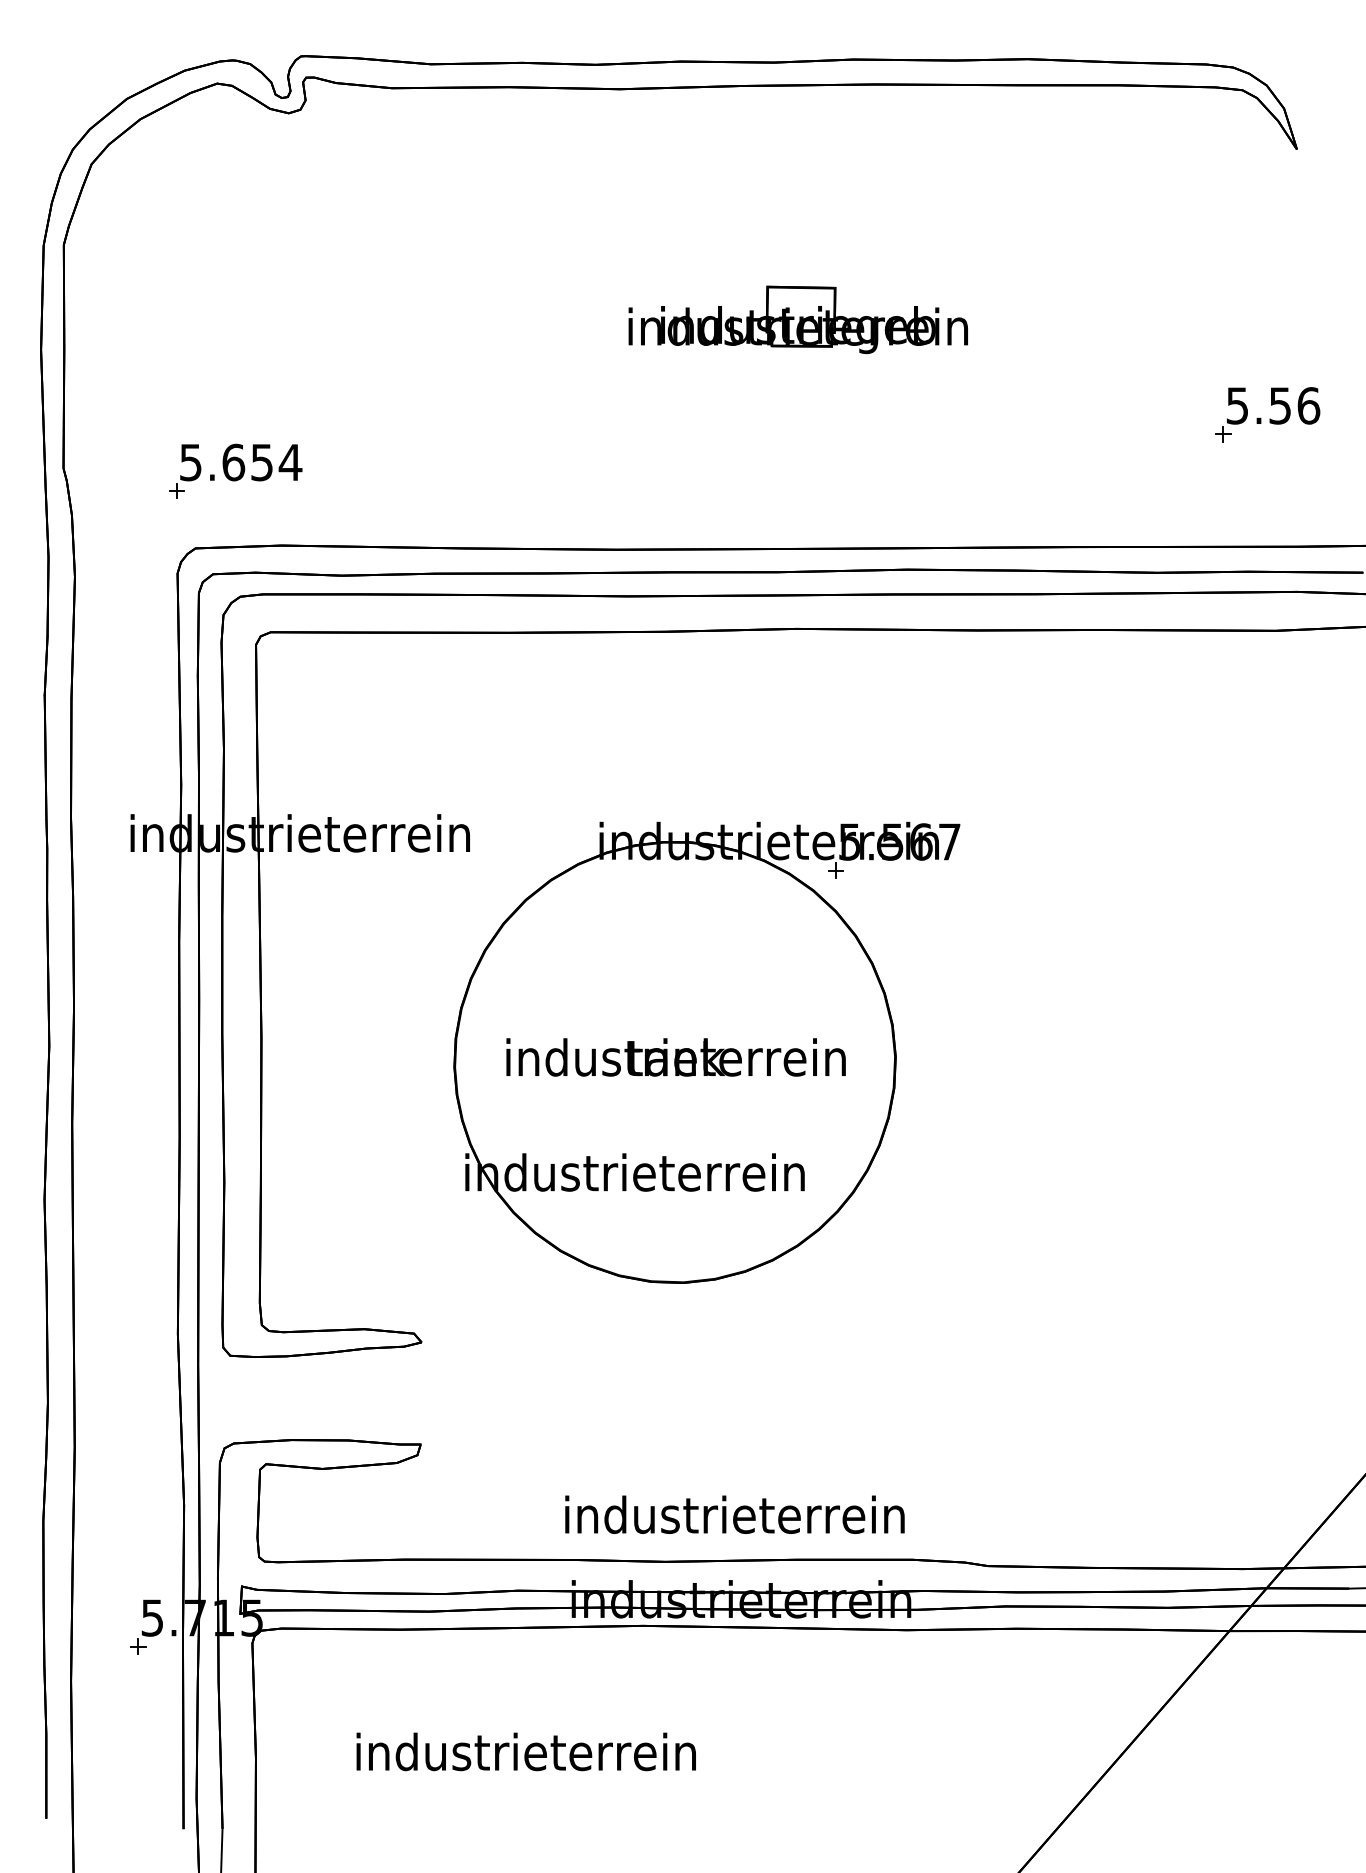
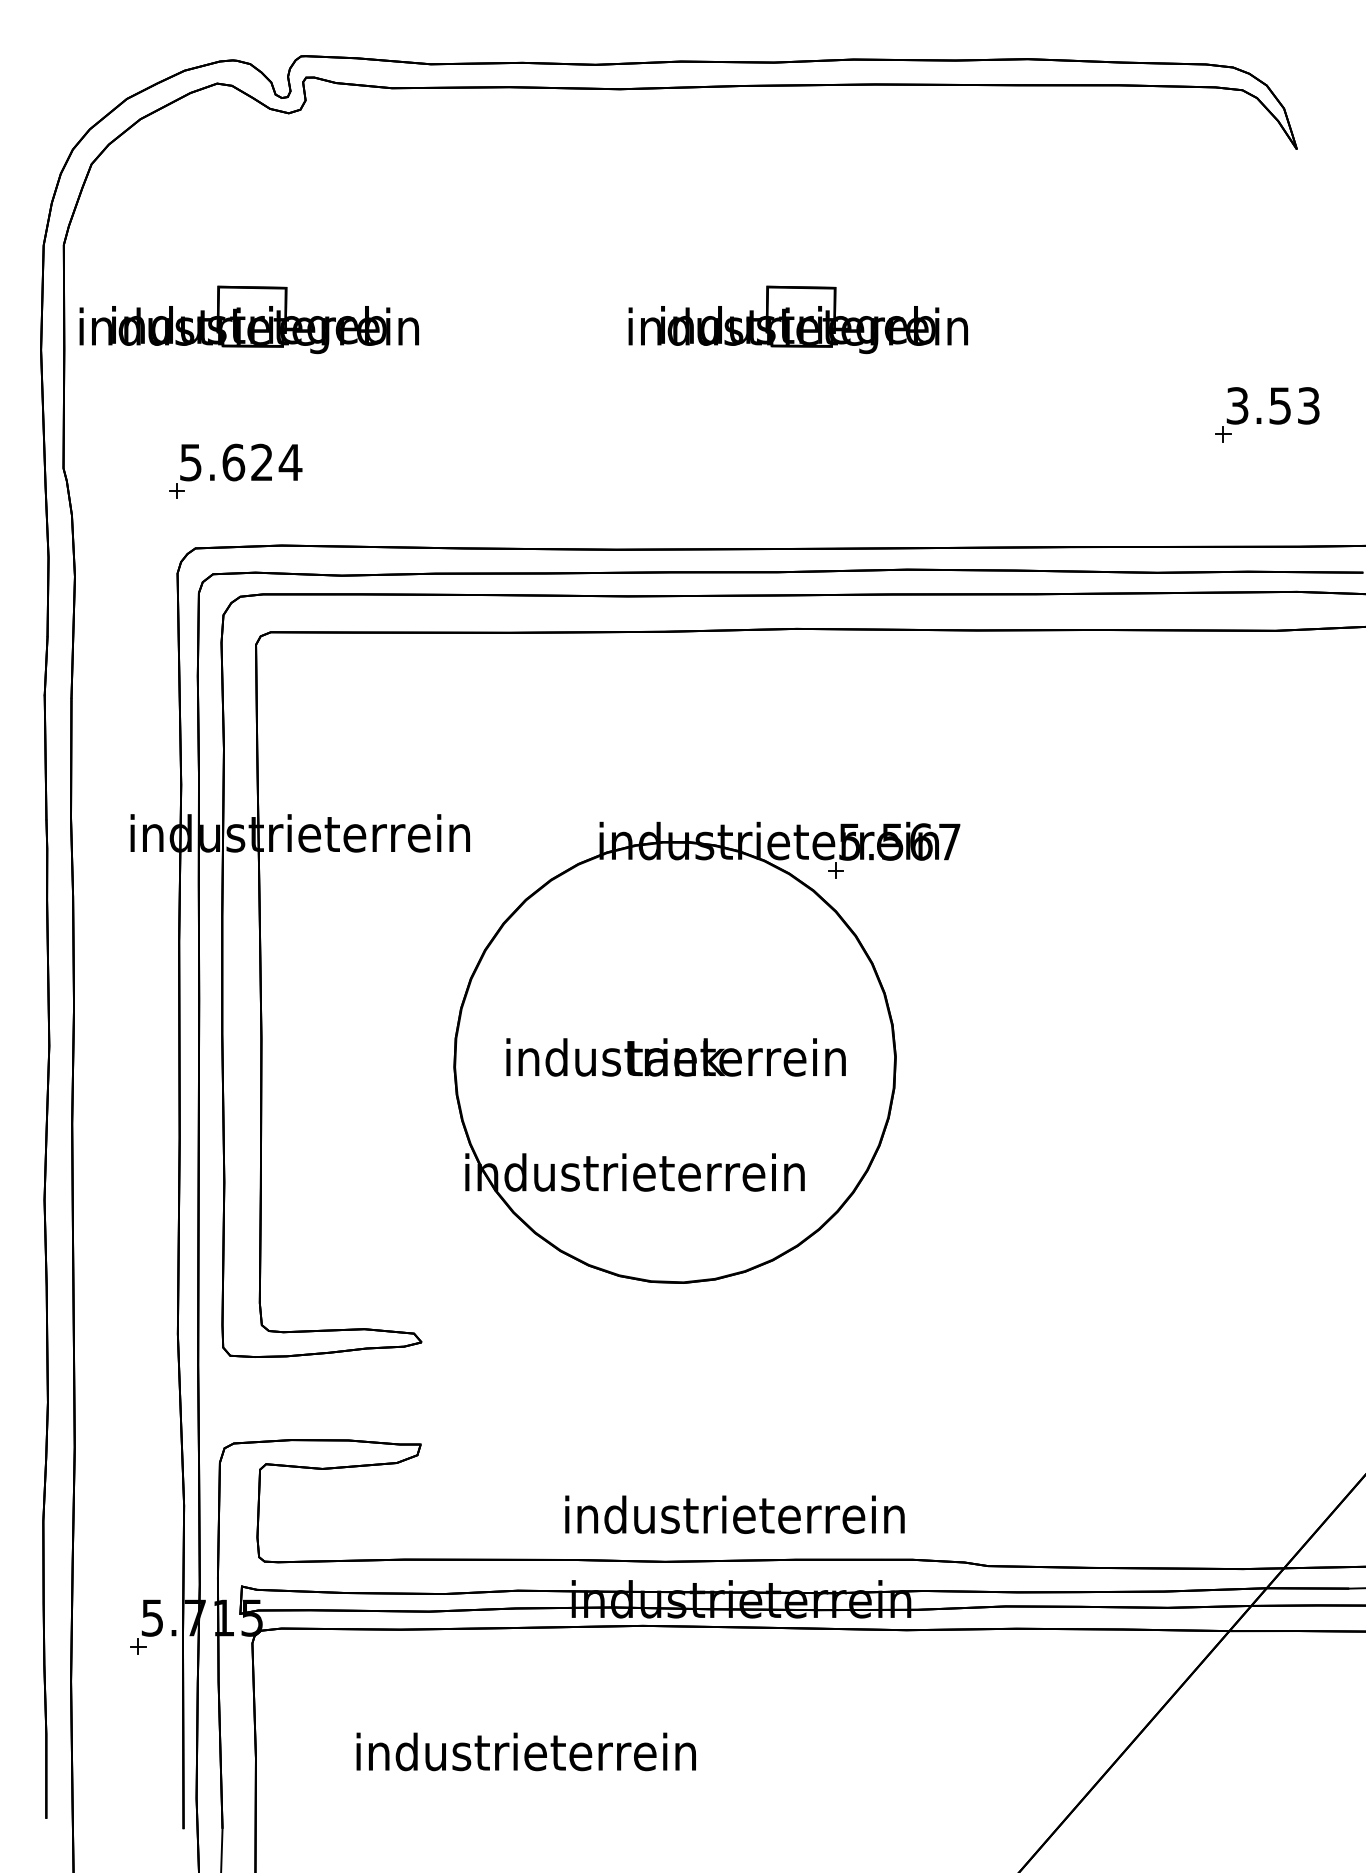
part at (248, 319): none -> present
text at (1273, 405): 5.56 -> 3.53
text at (261, 462): 5.654 -> 5.624
